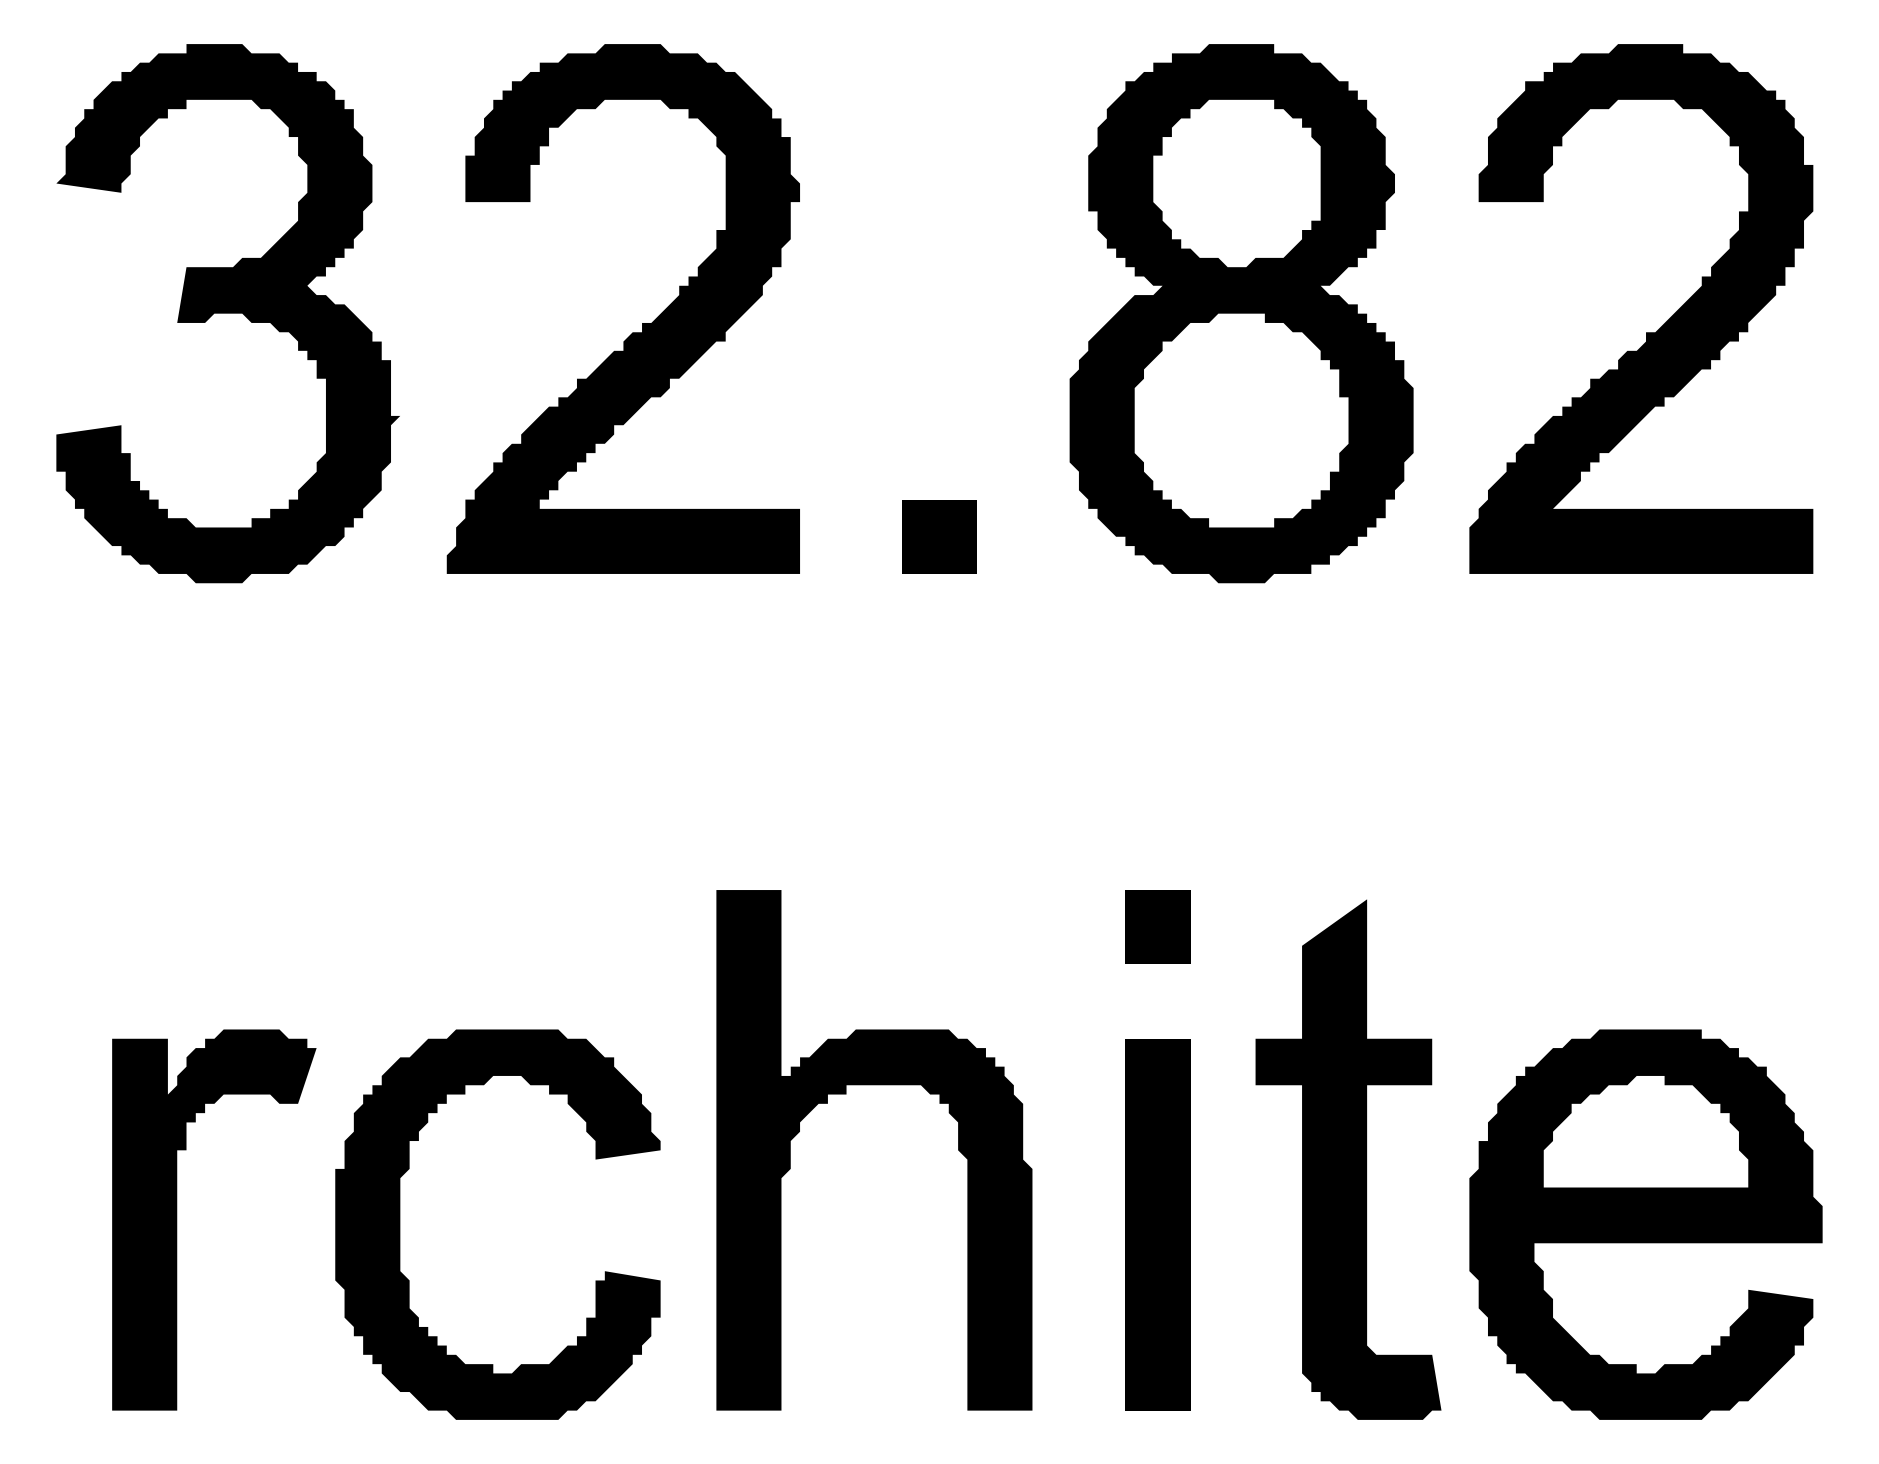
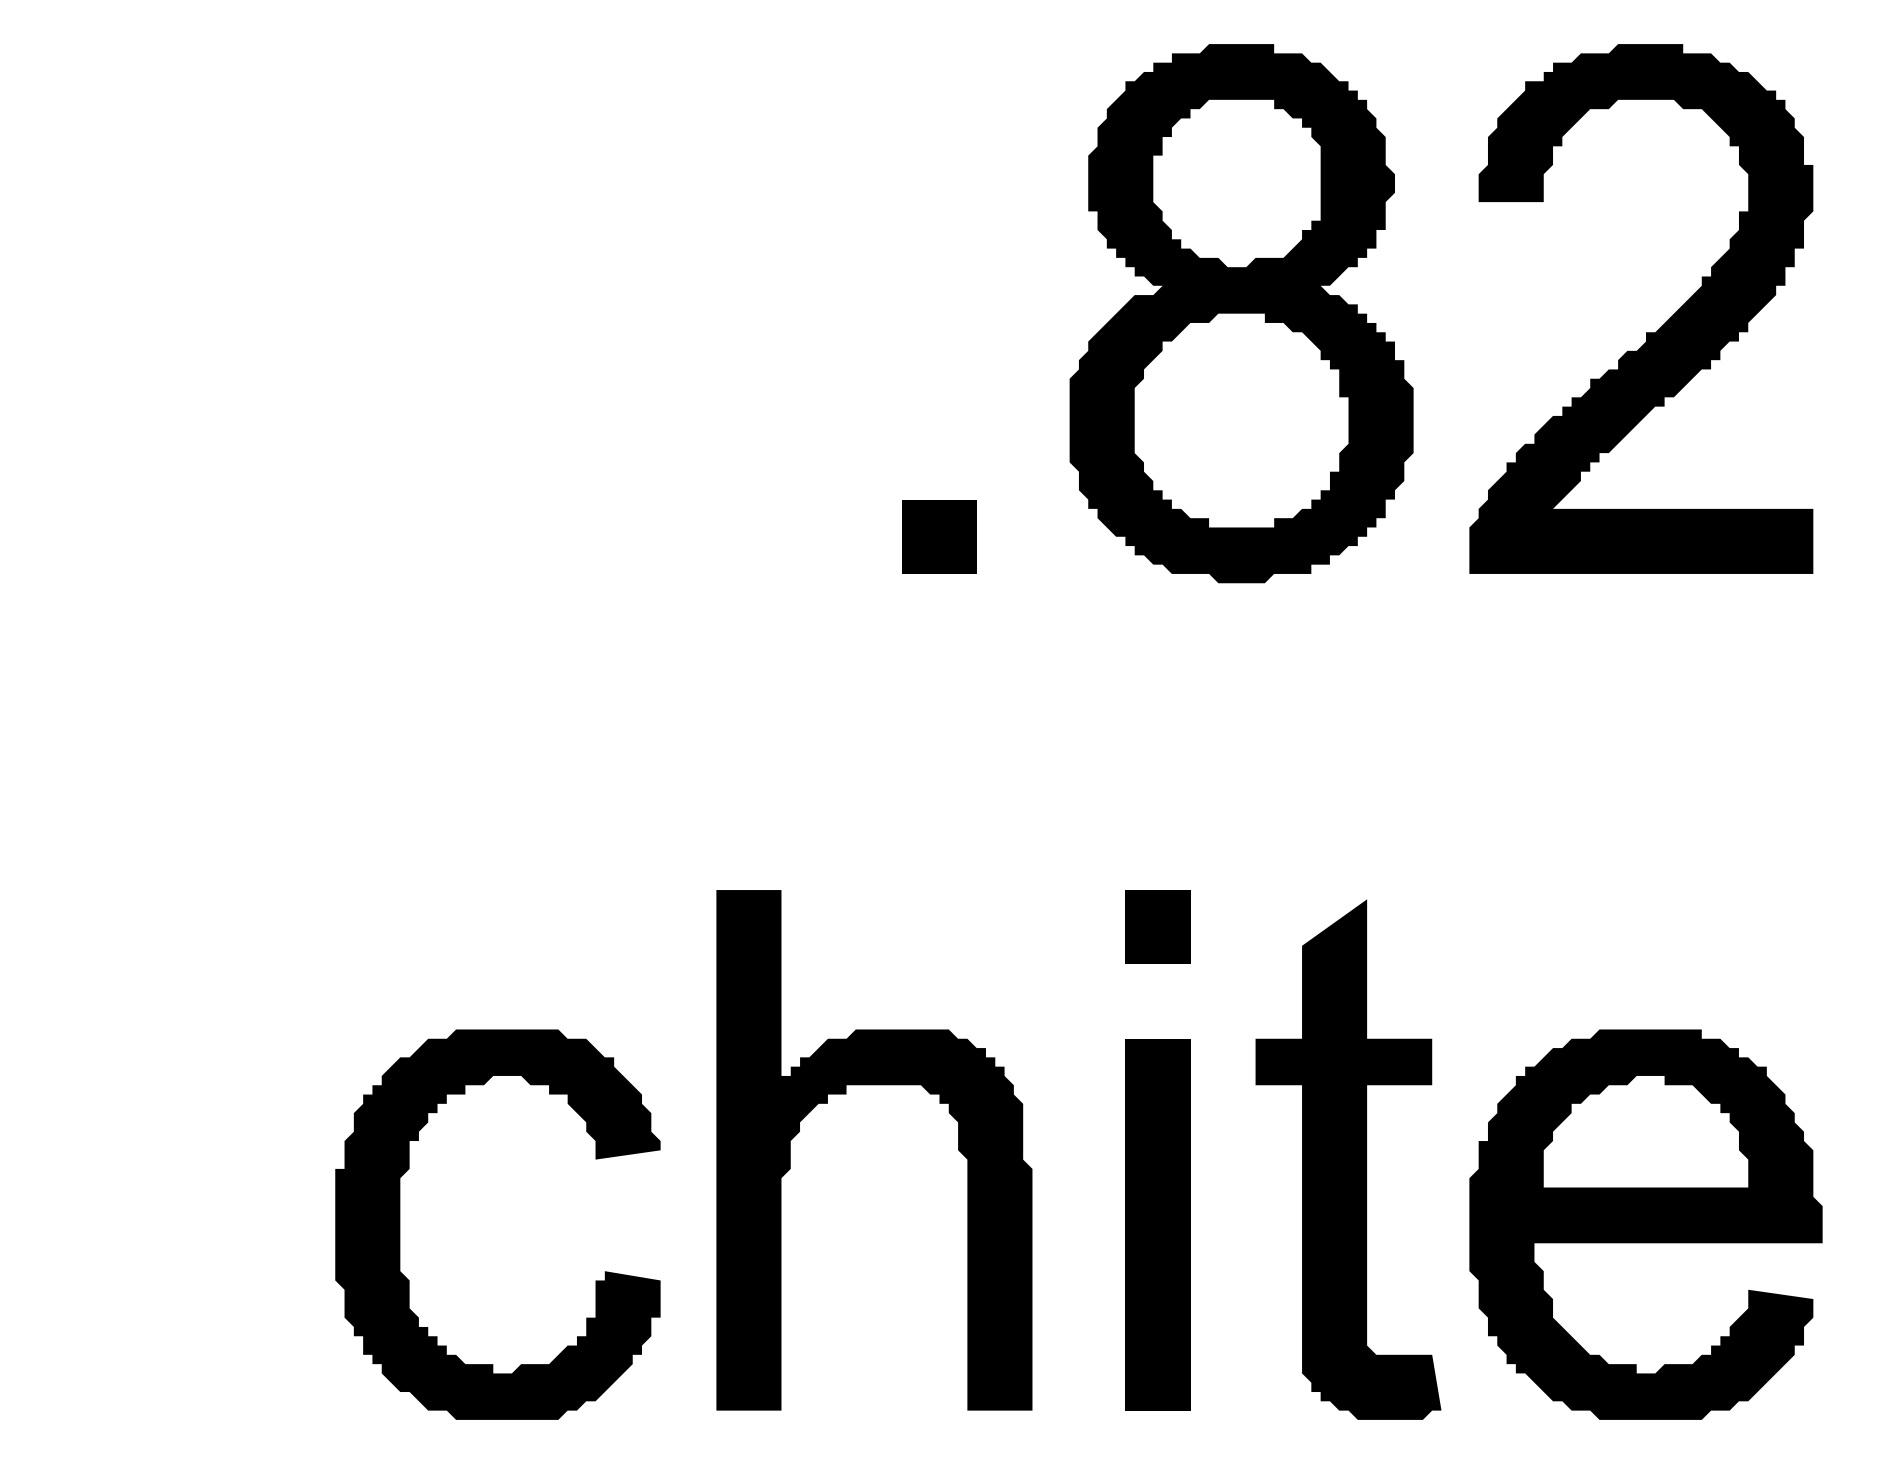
fill at (623, 308): present -> none
fill at (228, 313): present -> none
part at (177, 1219): present -> none
